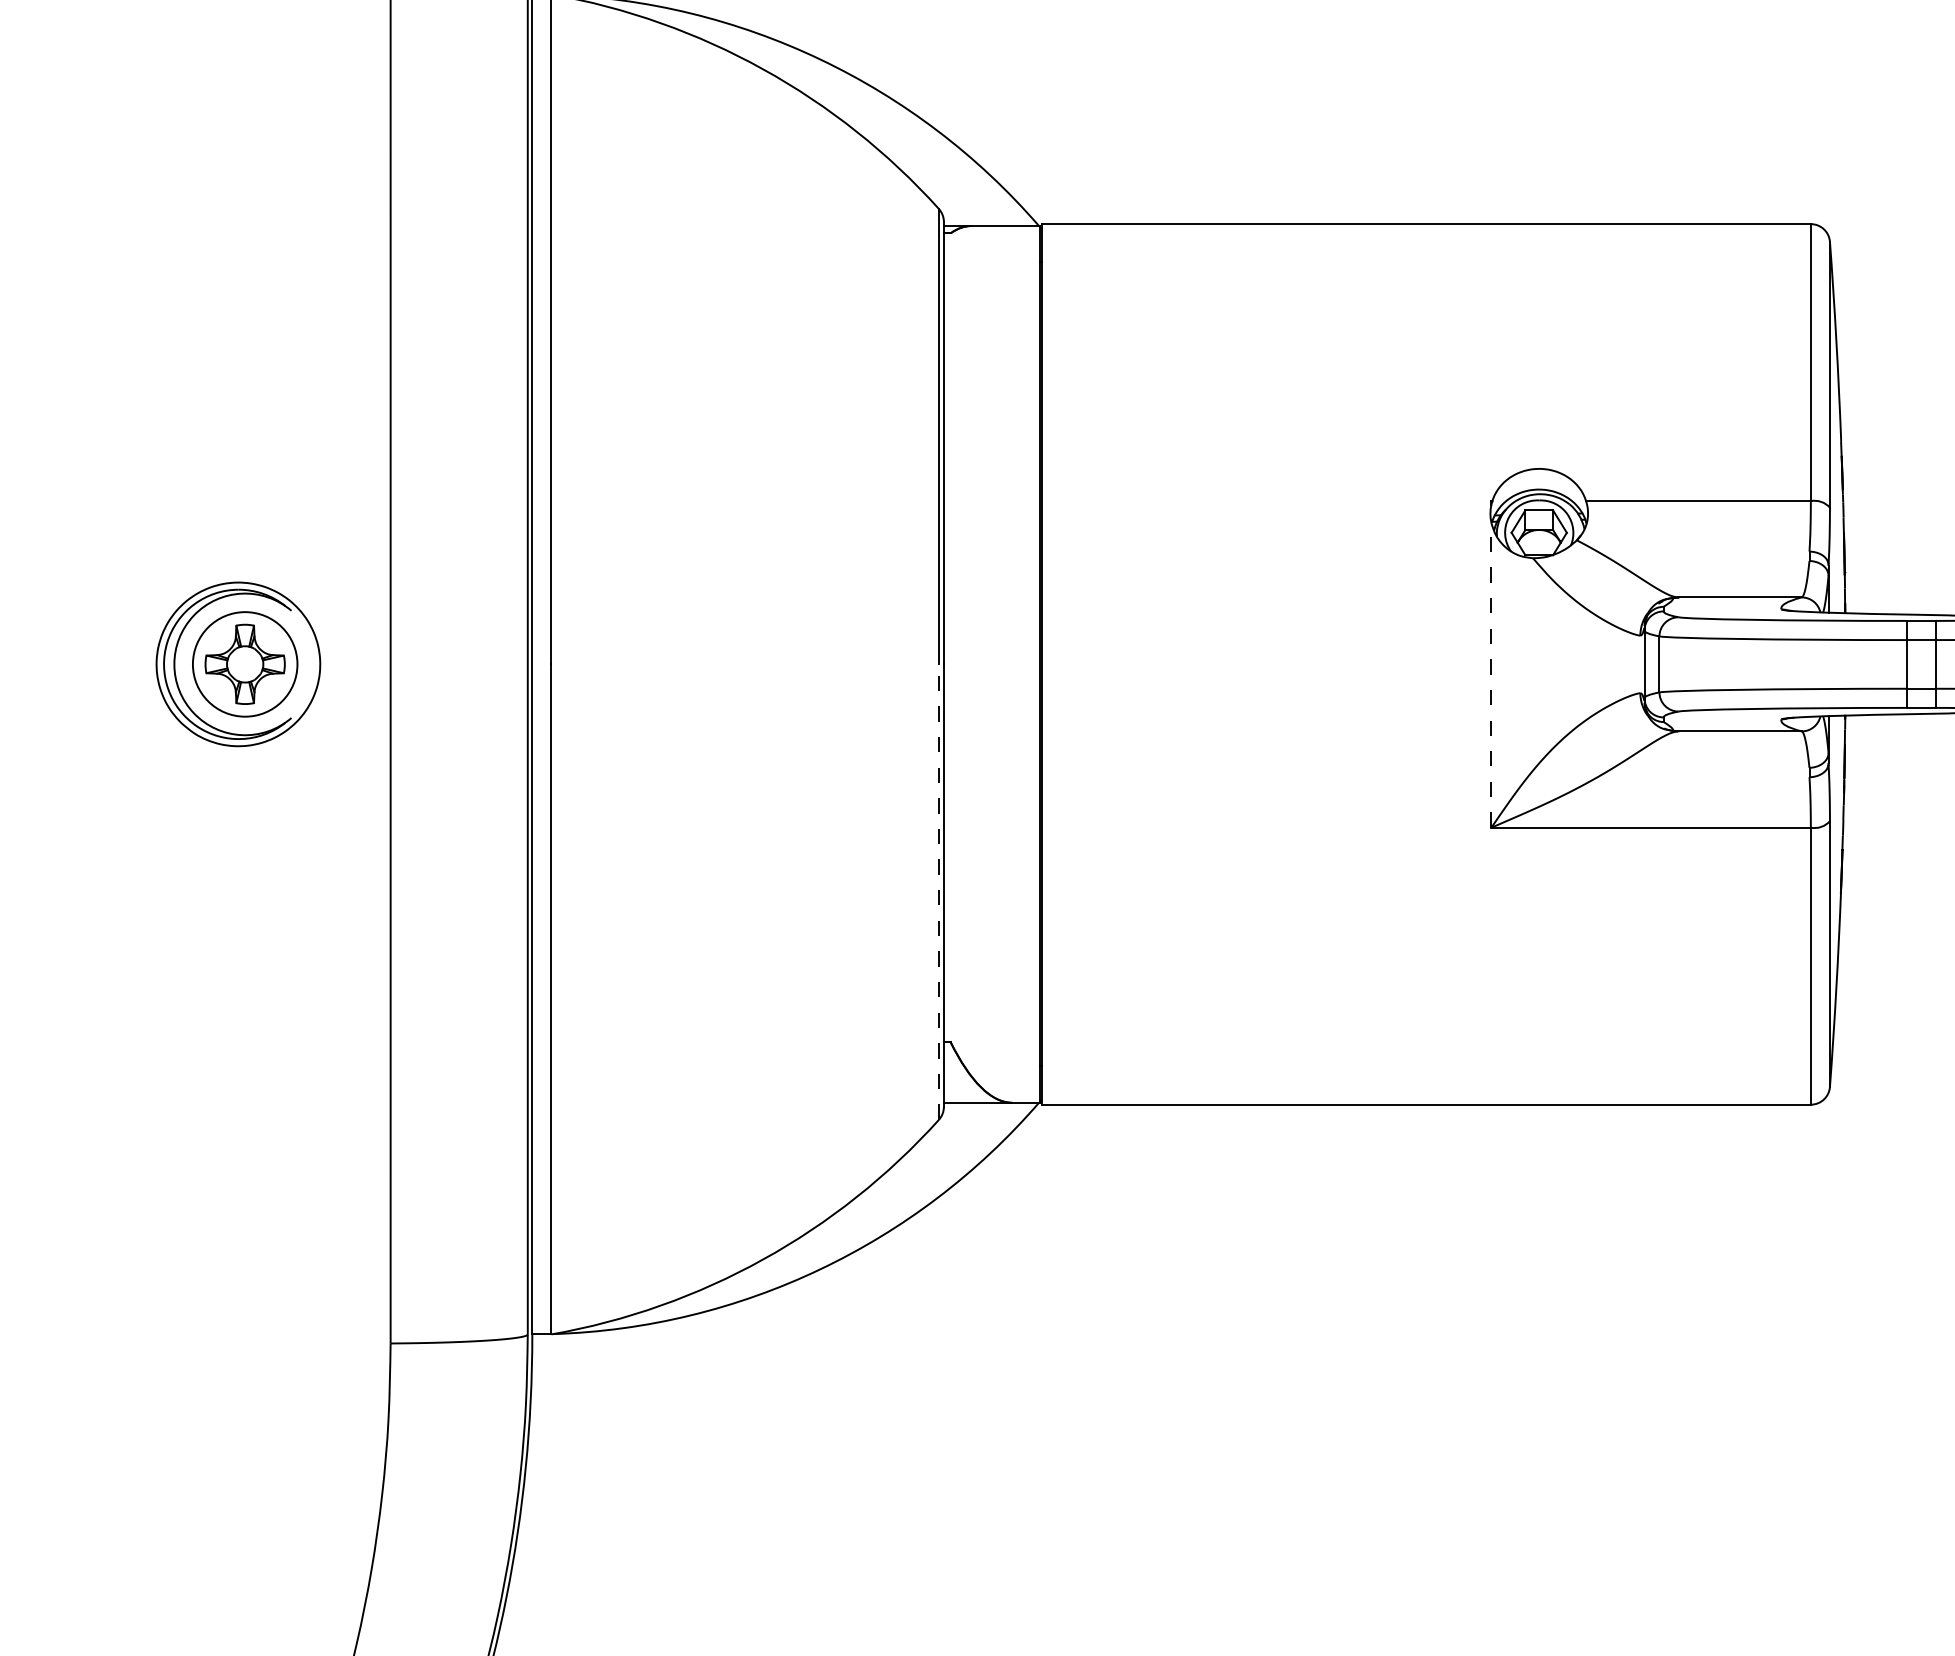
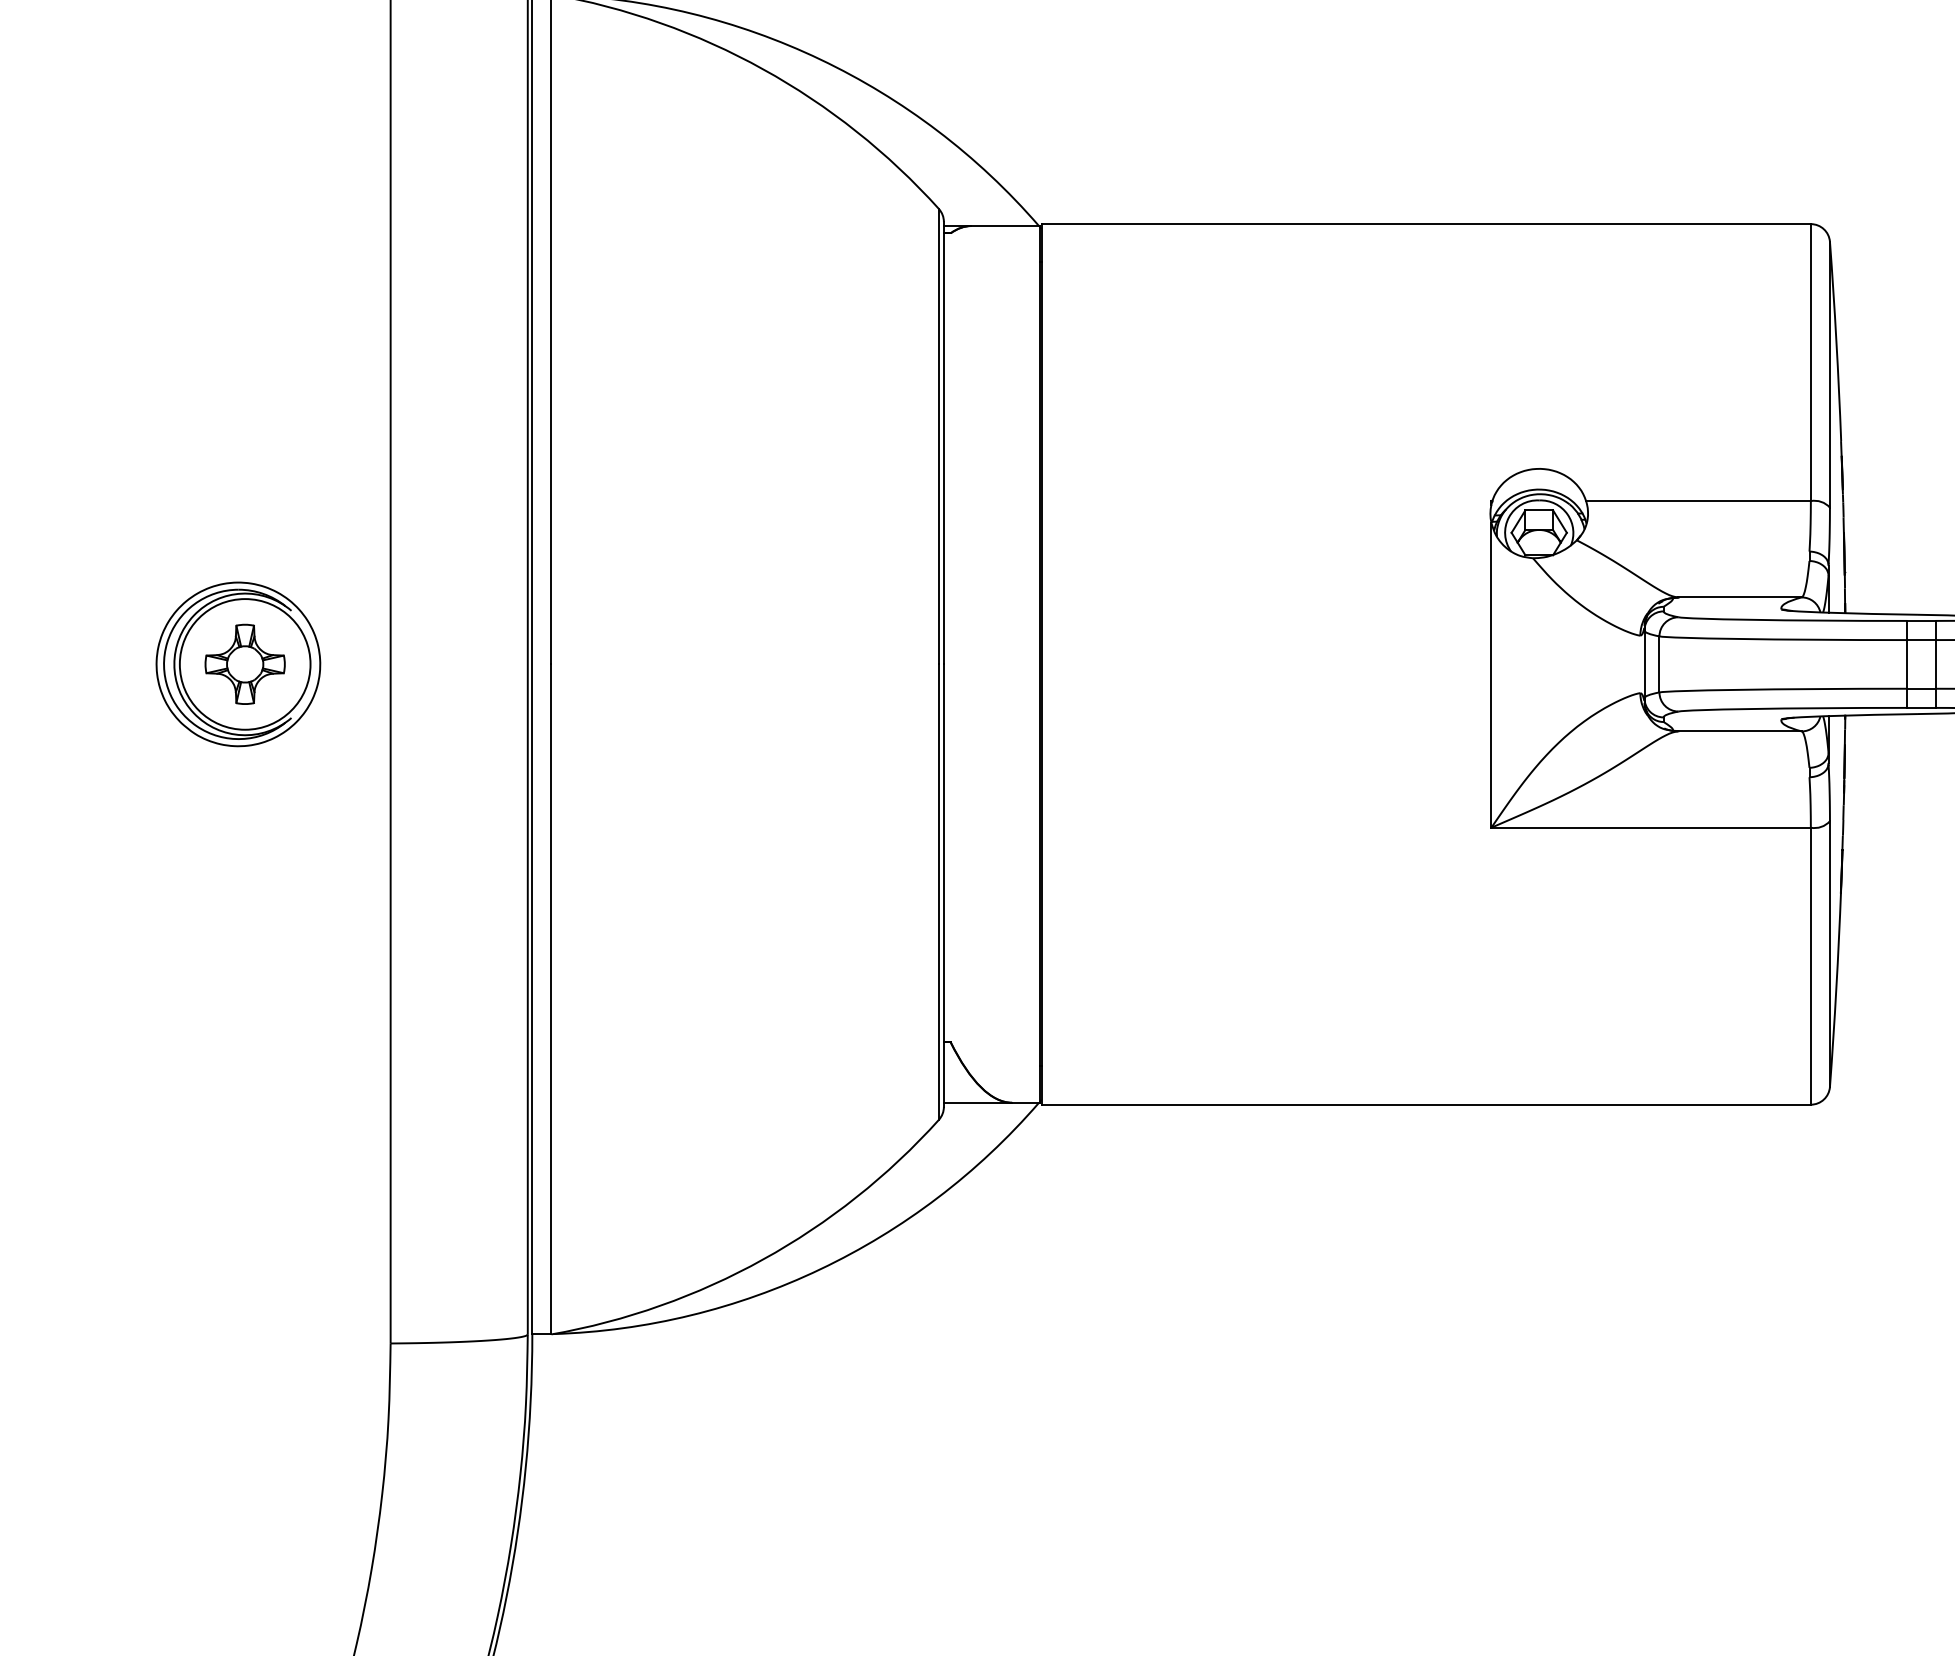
circle at (244, 664) diameter: 105 px -> 131 px
line at (1491, 674): dashed -> solid
line at (938, 892): dashed -> solid
